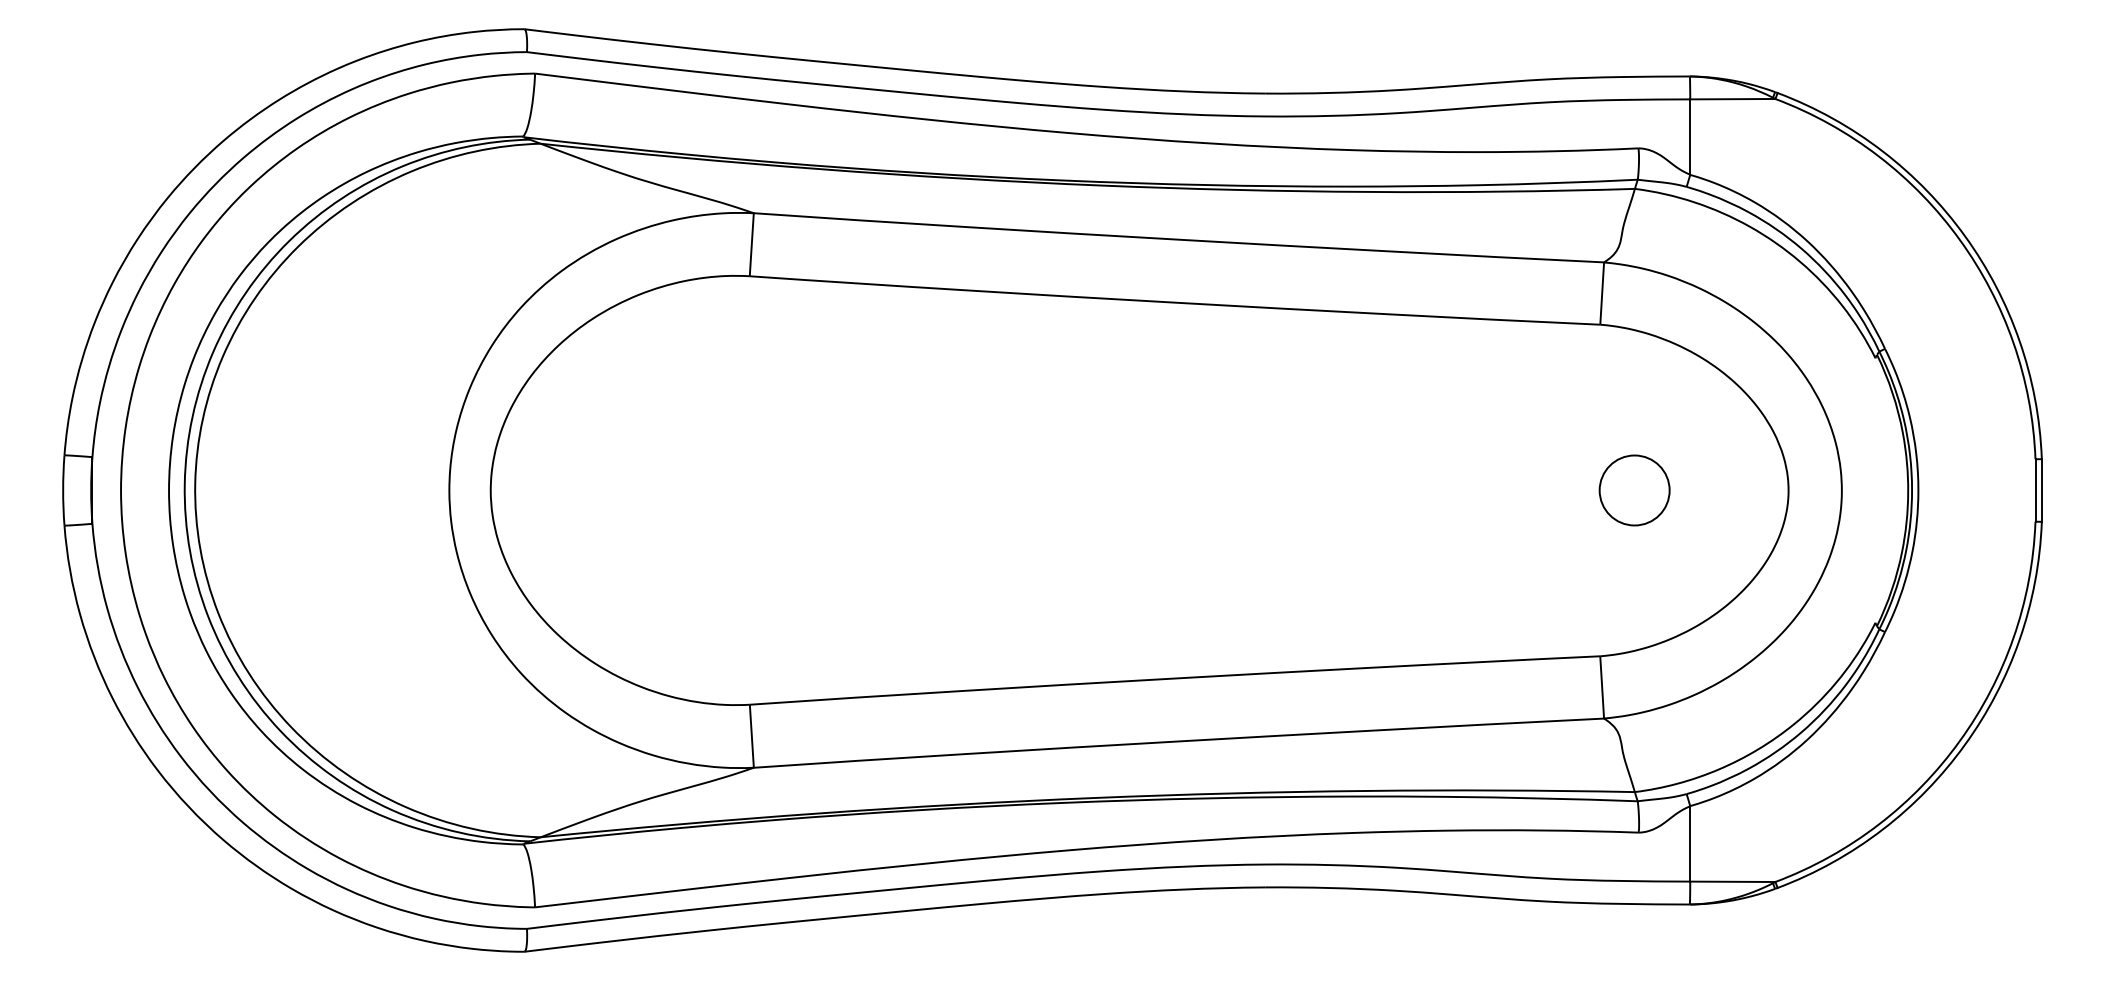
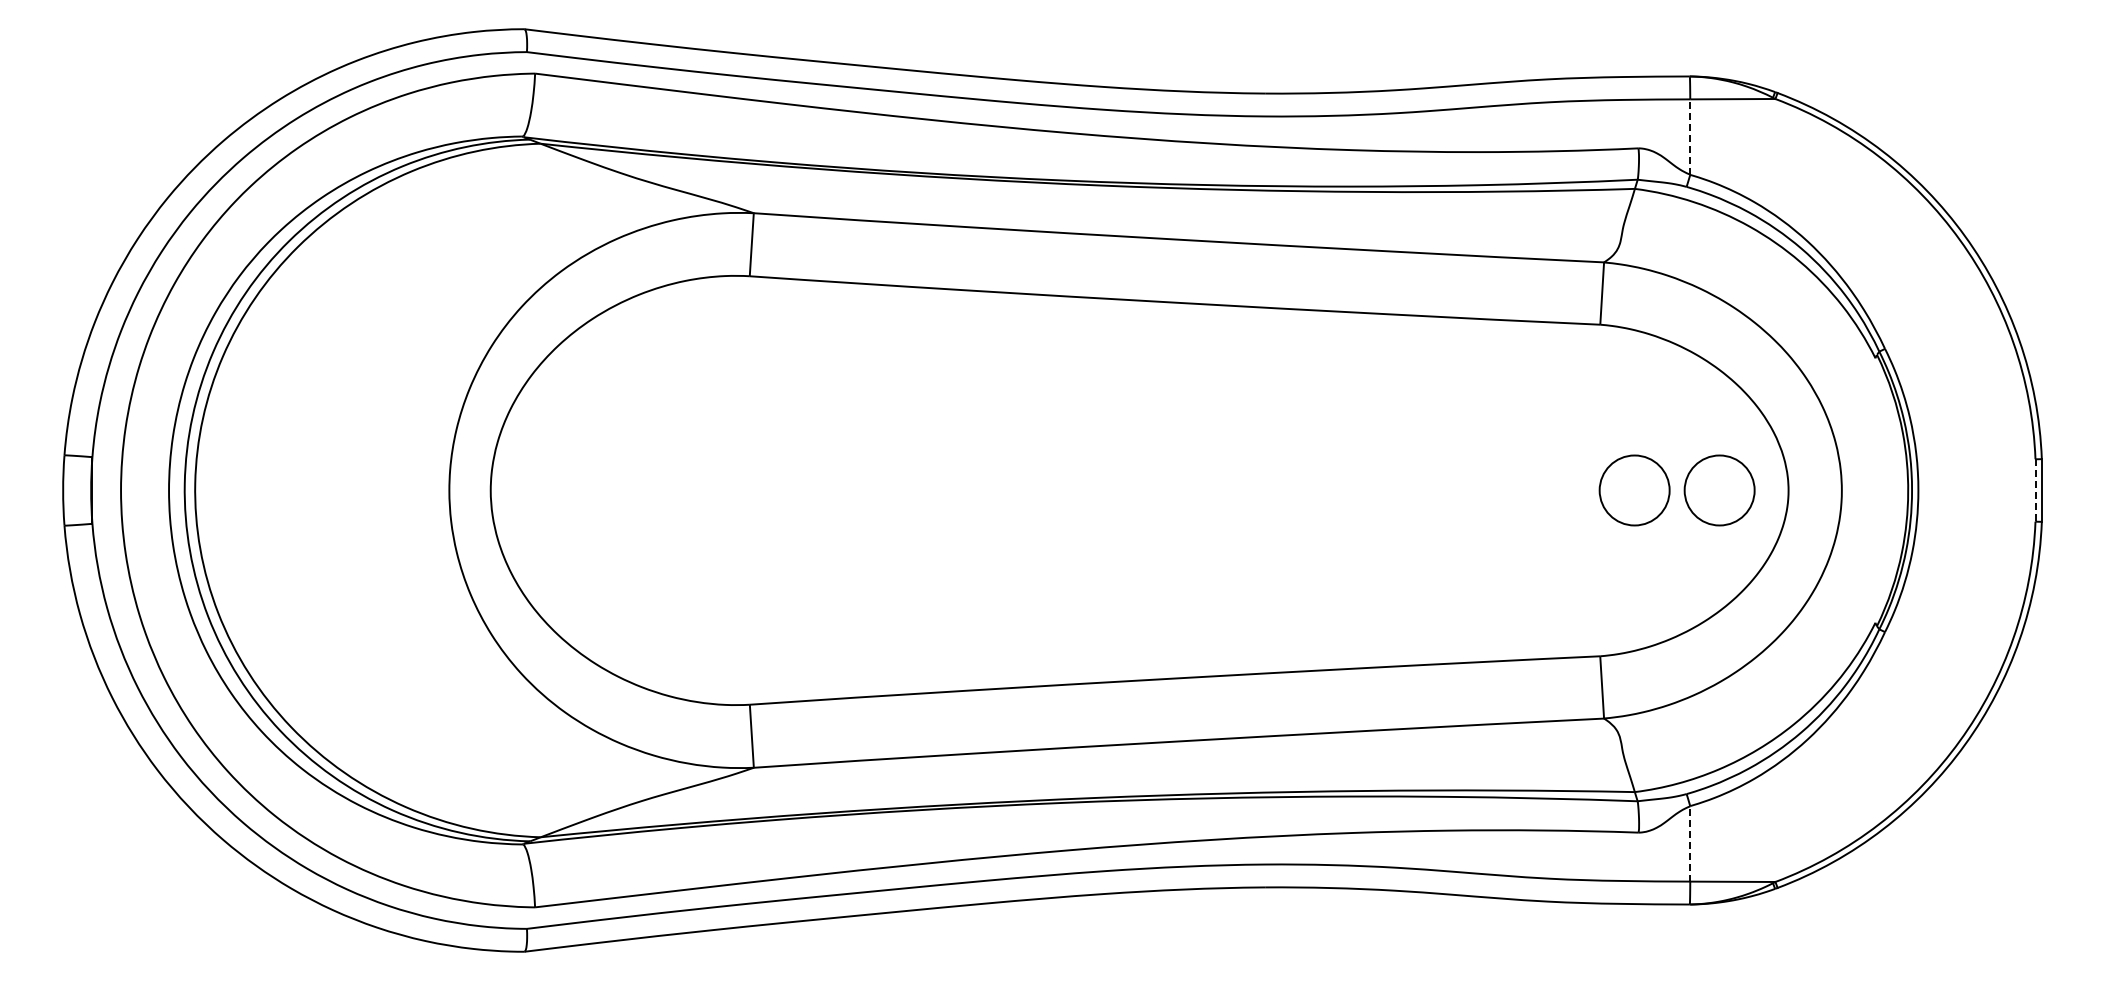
line at (1690, 137): solid -> dashed
circle at (1719, 490): none -> present
line at (2035, 491): solid -> dashed
line at (1690, 843): solid -> dashed
